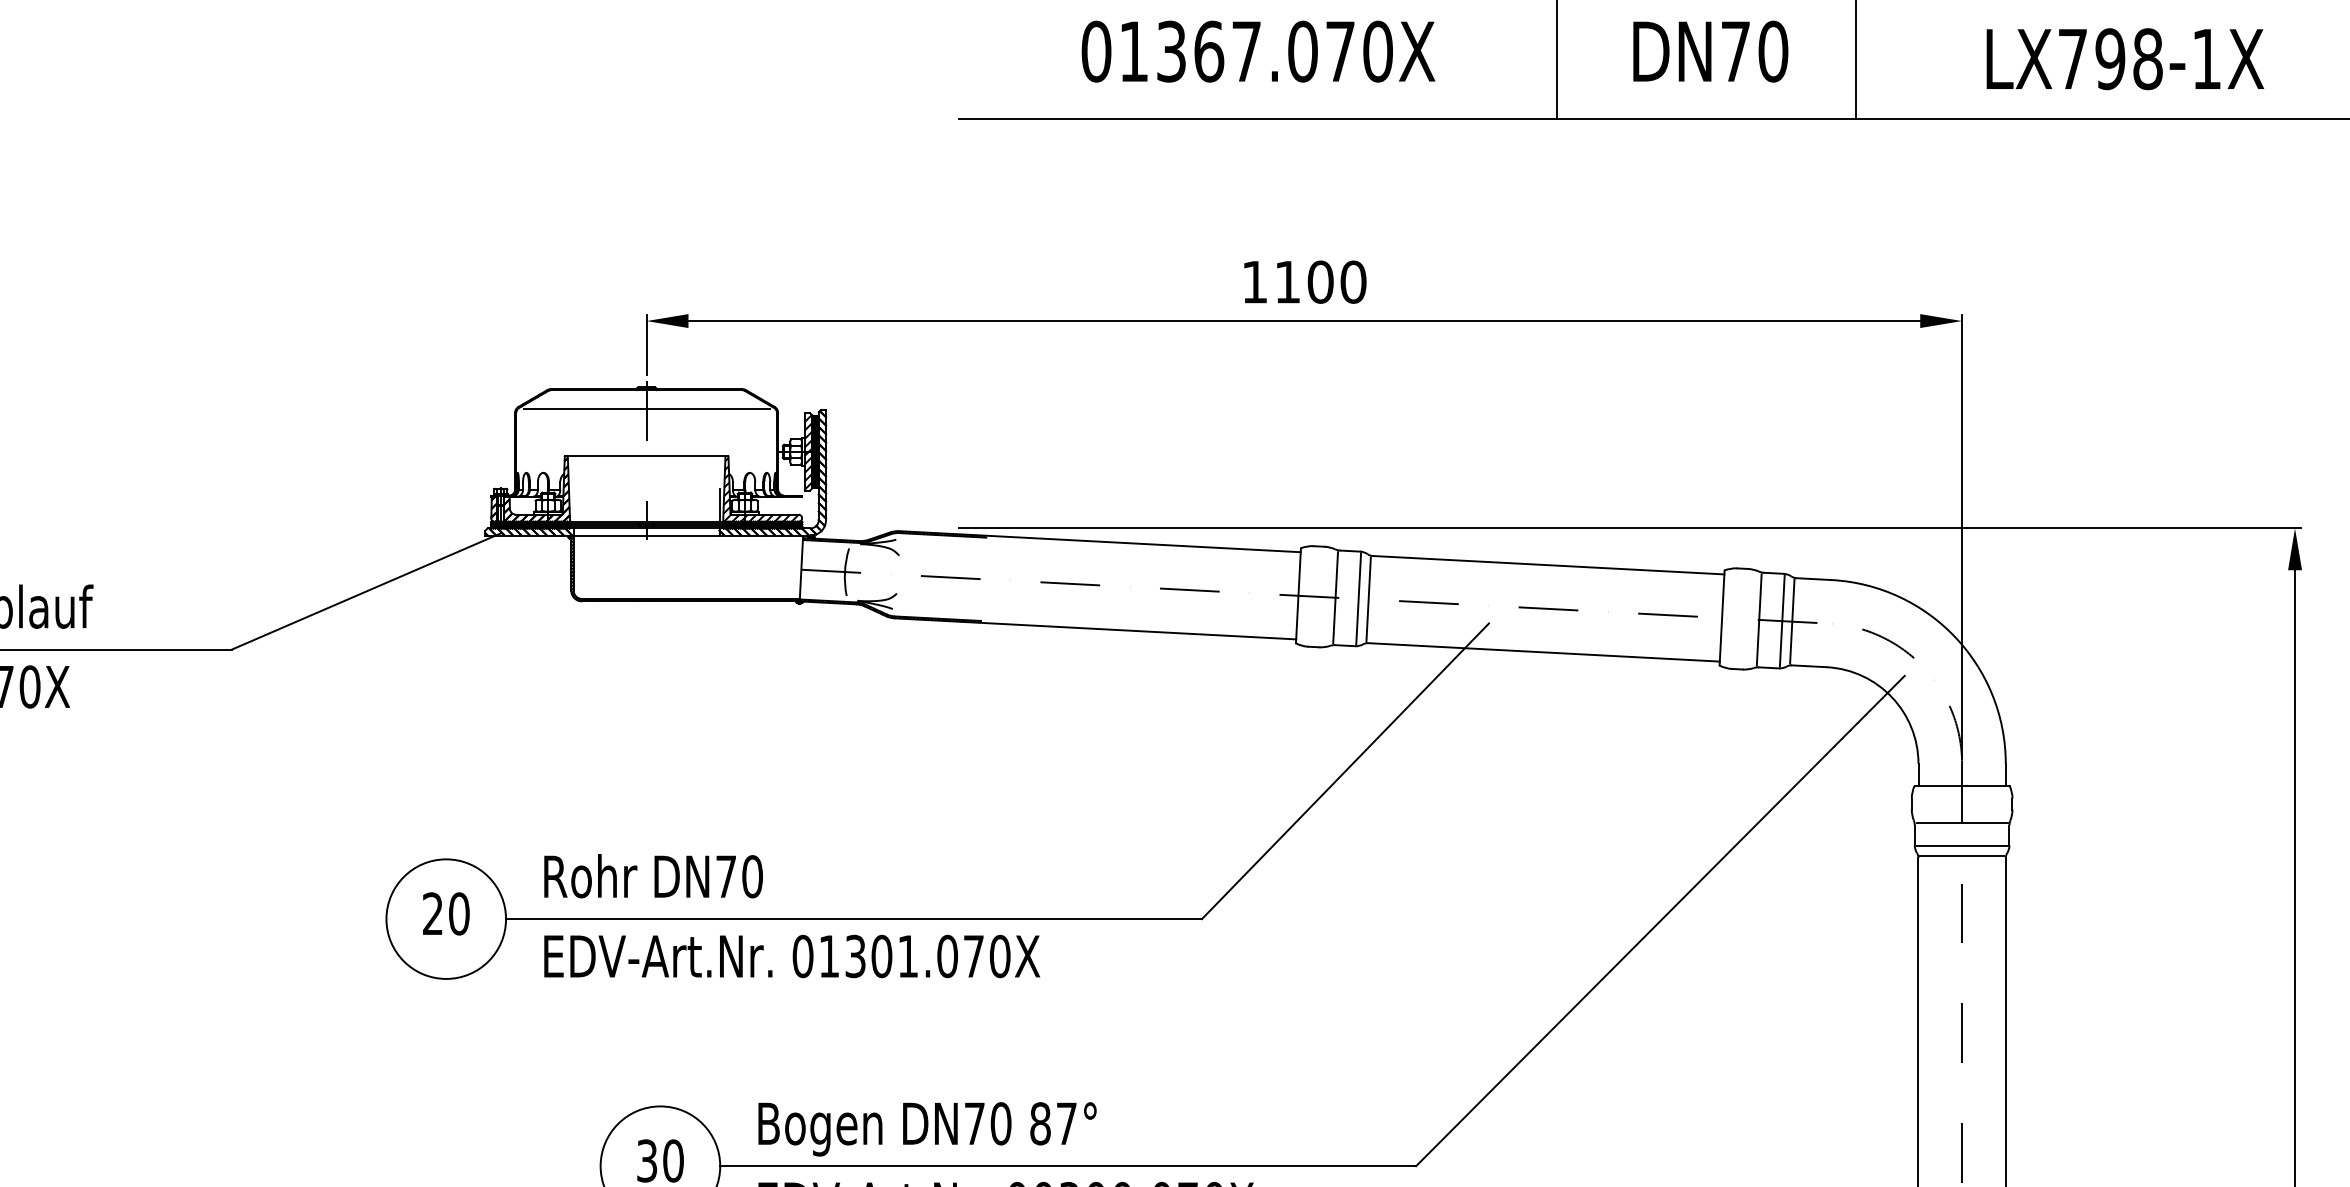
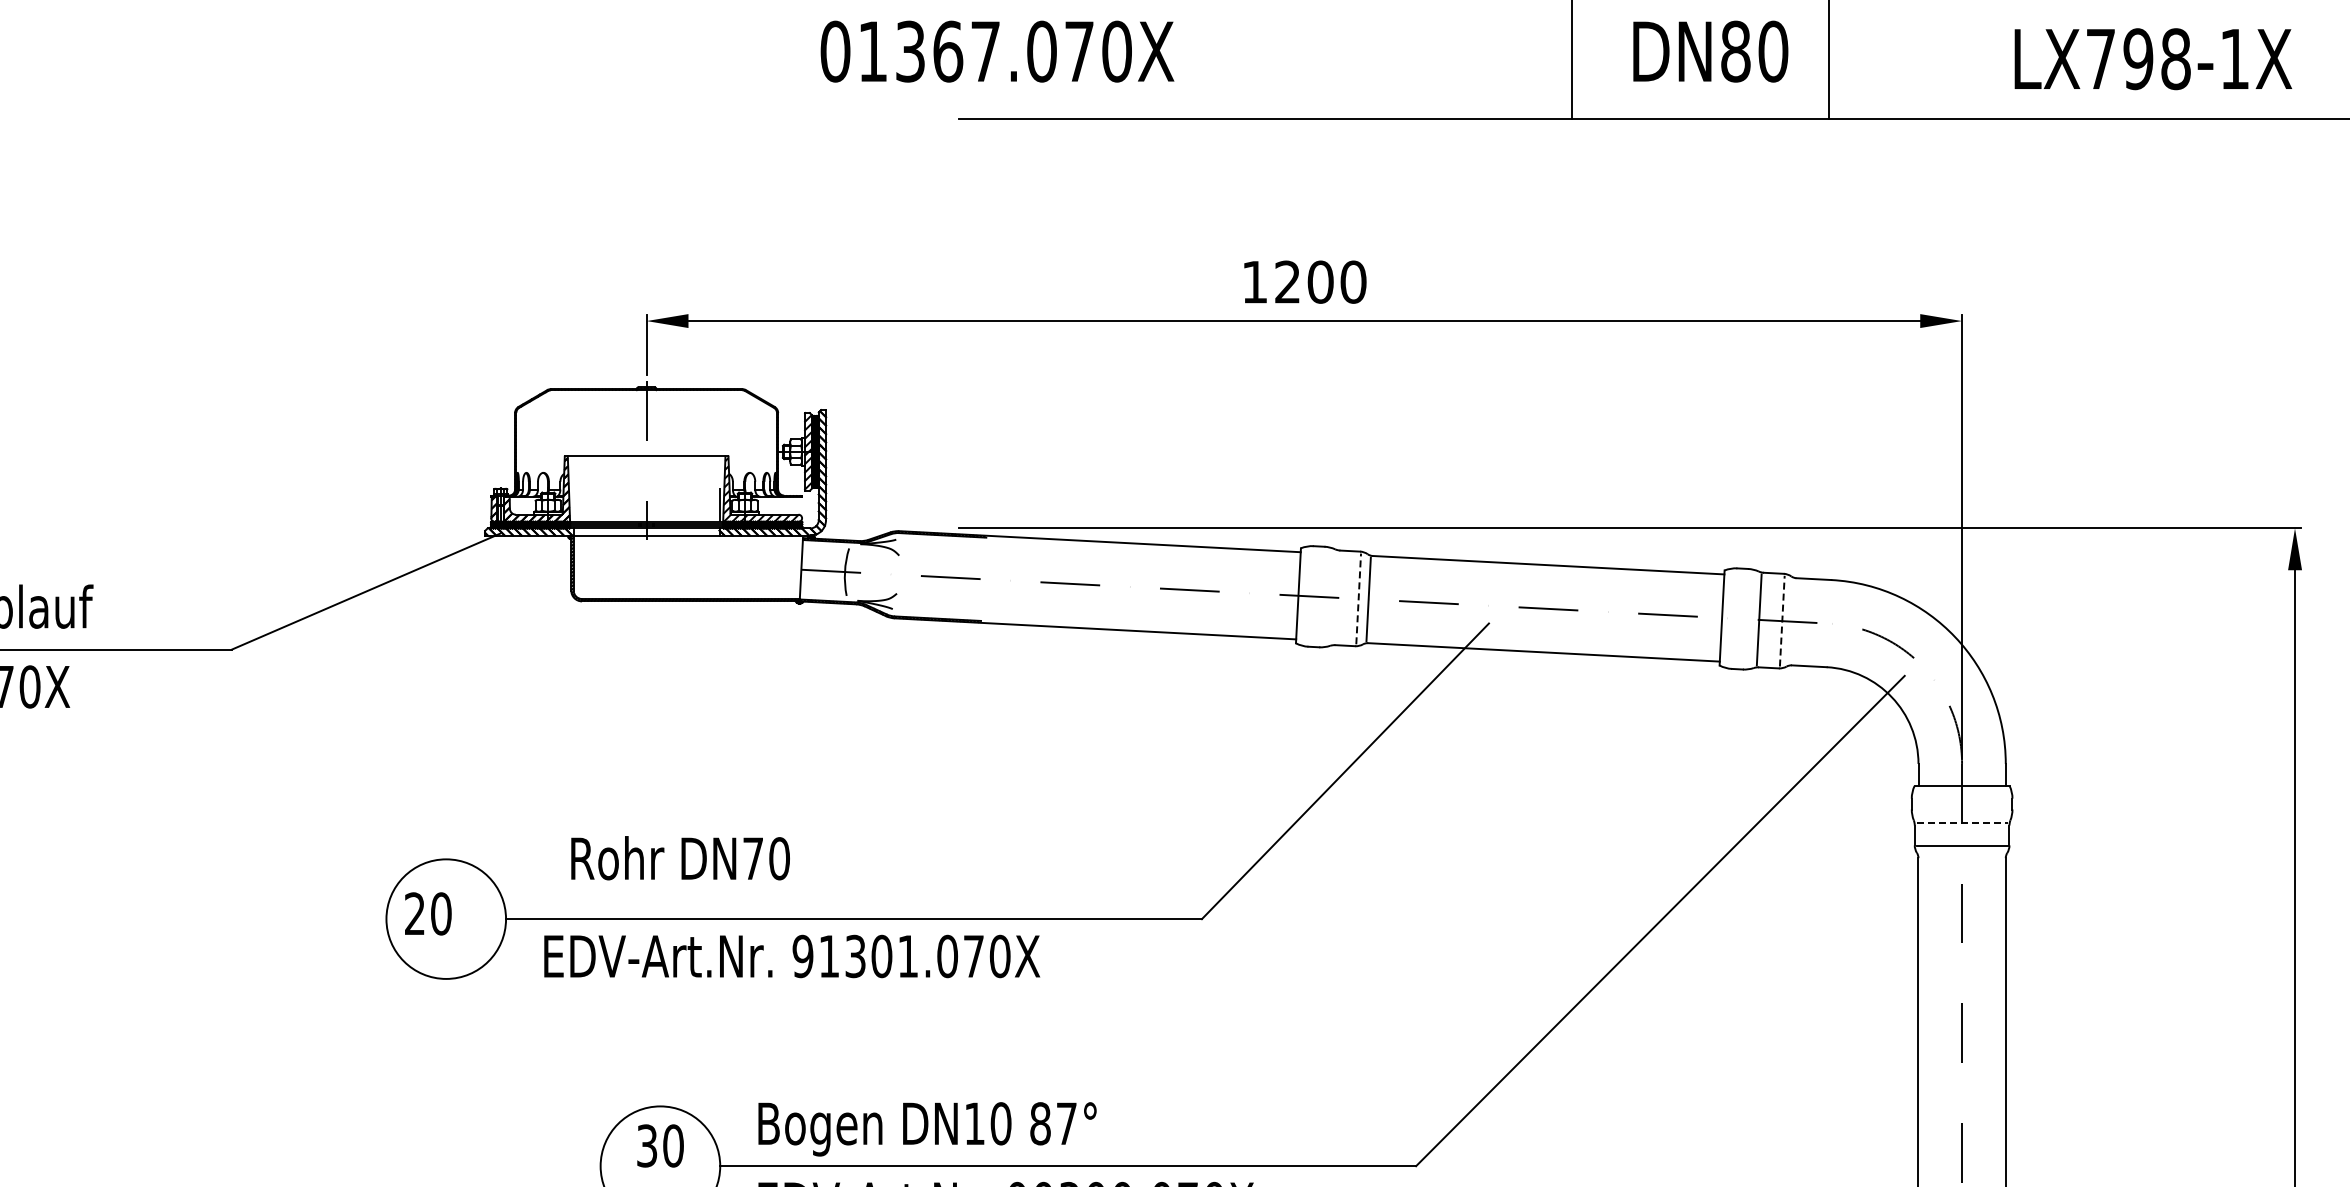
text at (1258, 51) position: (1258, 51) -> (997, 51)
text at (1735, 51): DN70 -> DN80
text at (2125, 59) position: (2125, 59) -> (2153, 59)
line at (1556, 60) position: (1556, 60) -> (1571, 60)
line at (1855, 60) position: (1855, 60) -> (1828, 60)
text at (1287, 281): 1100 -> 1200
line at (646, 409): present -> none
line at (1335, 597): present -> none
line at (1358, 598): solid -> dashed
line at (1782, 620): solid -> dashed
line at (1792, 621): present -> none
line at (1962, 823): solid -> dashed
line at (1962, 856): present -> none
text at (653, 876) position: (653, 876) -> (680, 858)
text at (446, 913) position: (446, 913) -> (428, 913)
text at (802, 956): 01301.070X -> 91301.070X
text at (974, 1123): DN70 -> DN10
text at (660, 1160) position: (660, 1160) -> (660, 1145)
